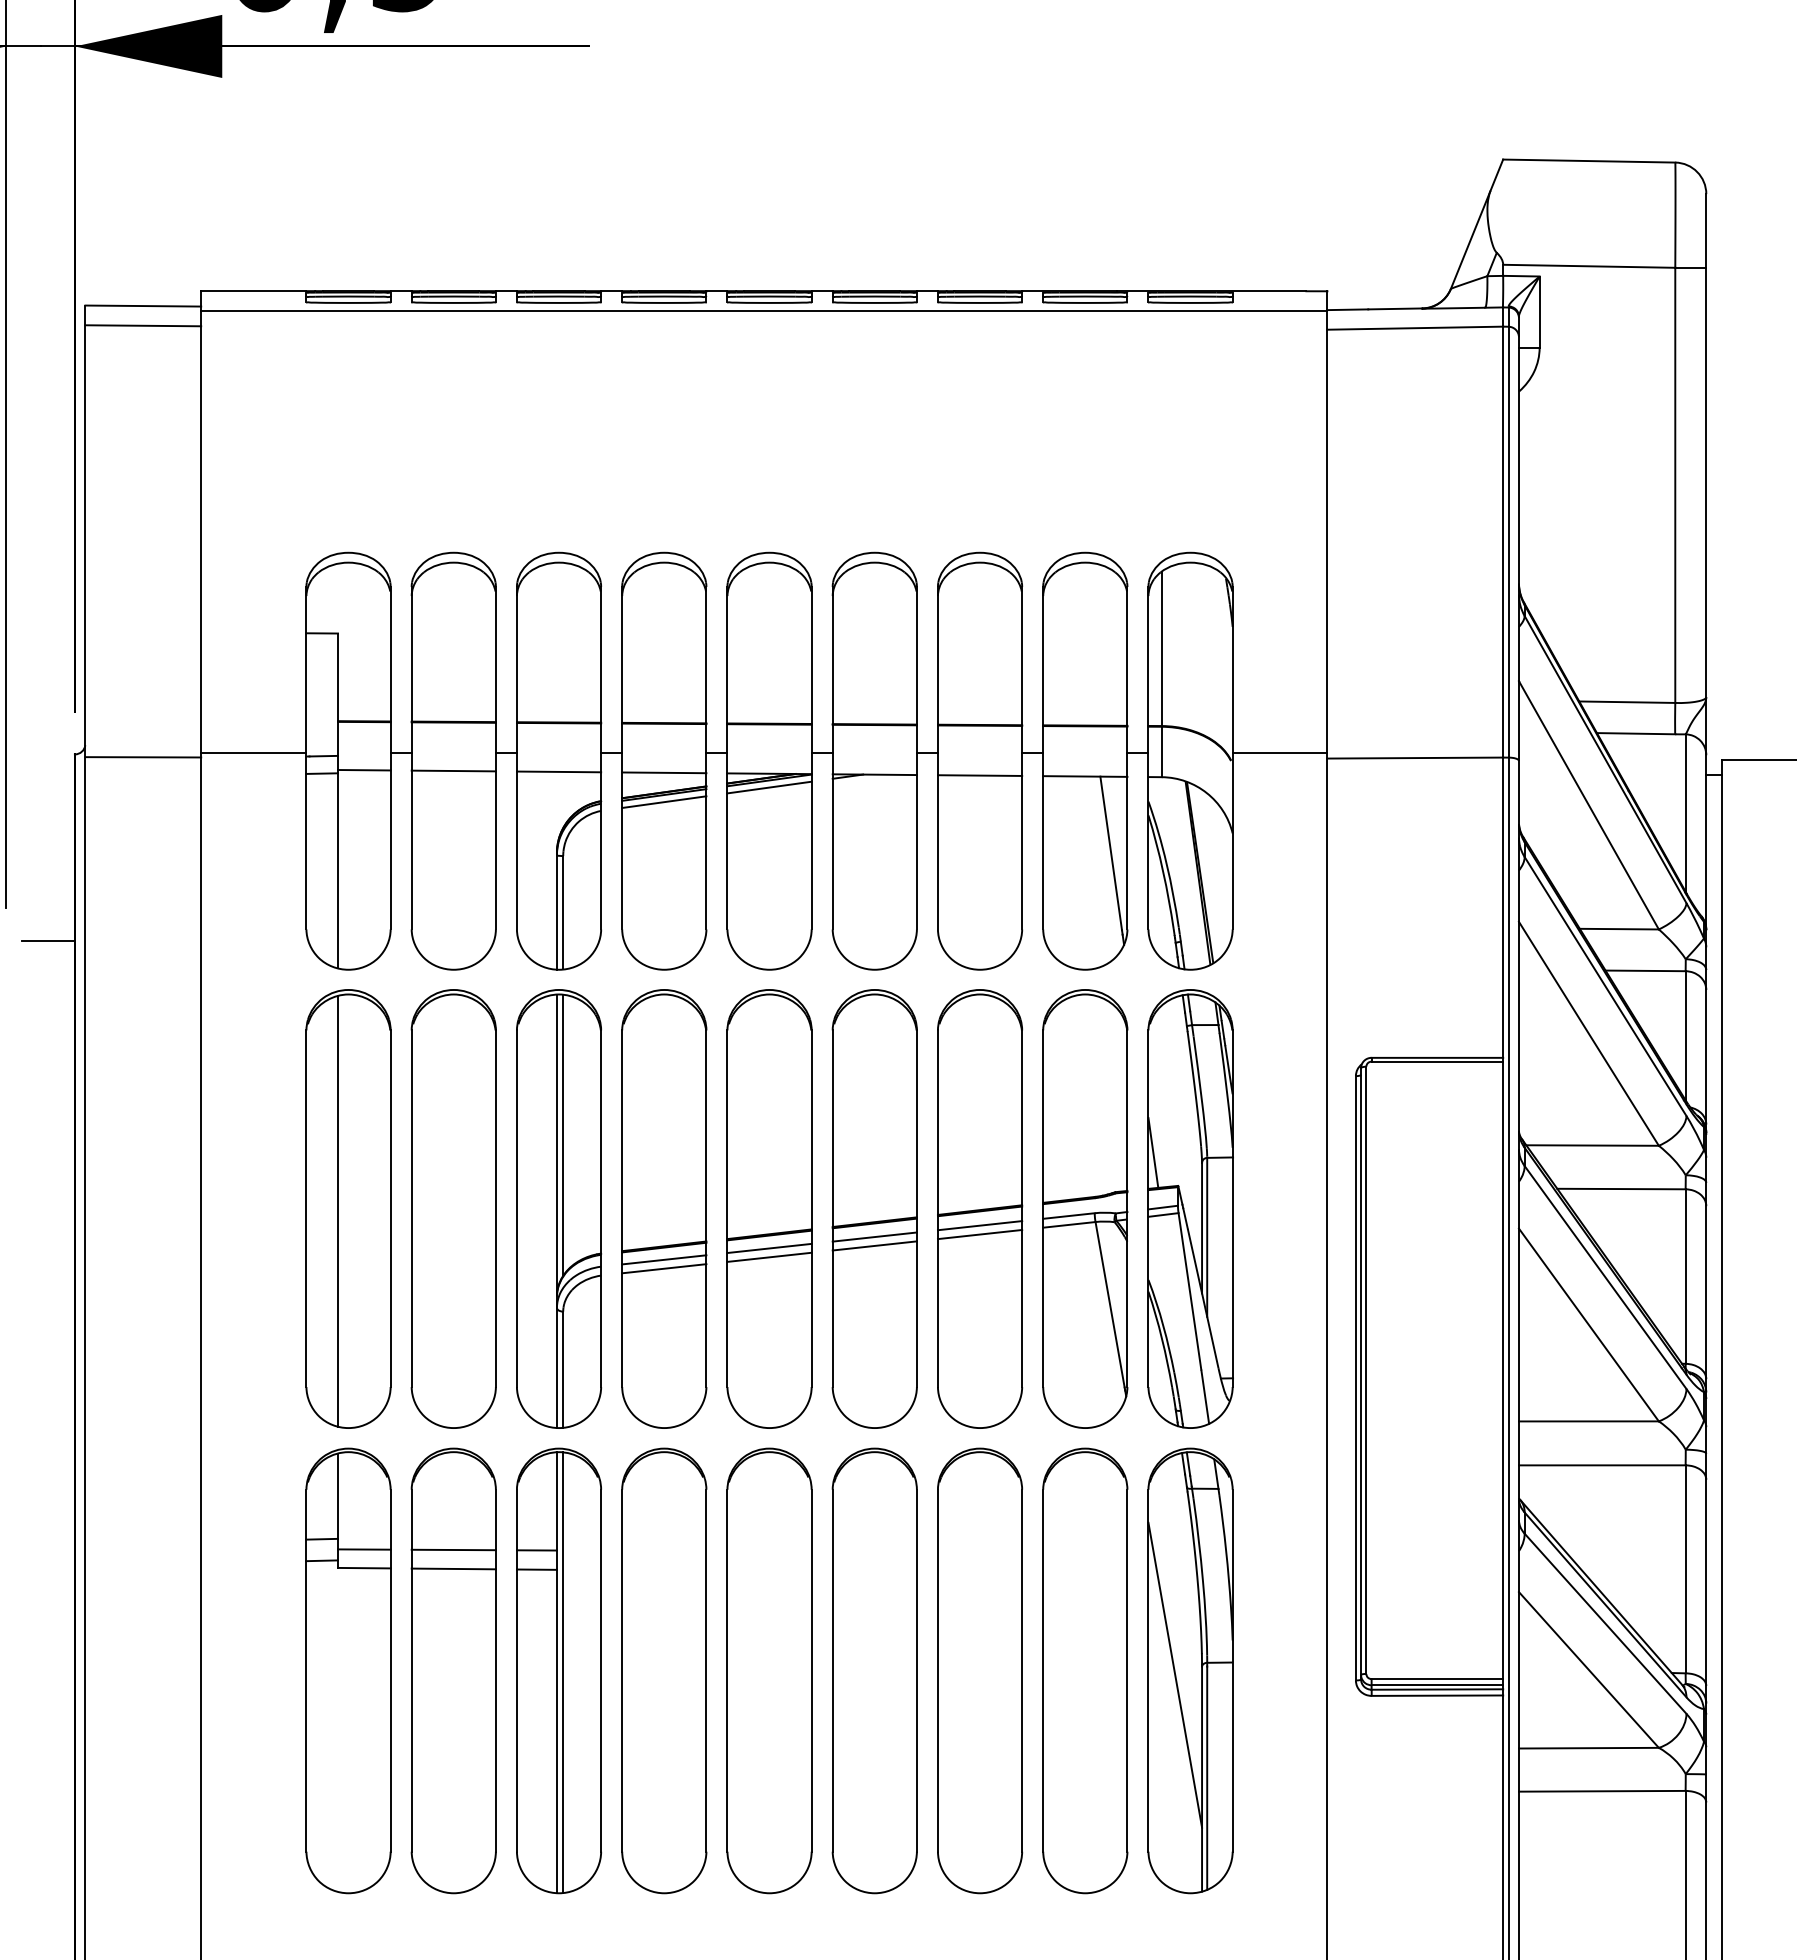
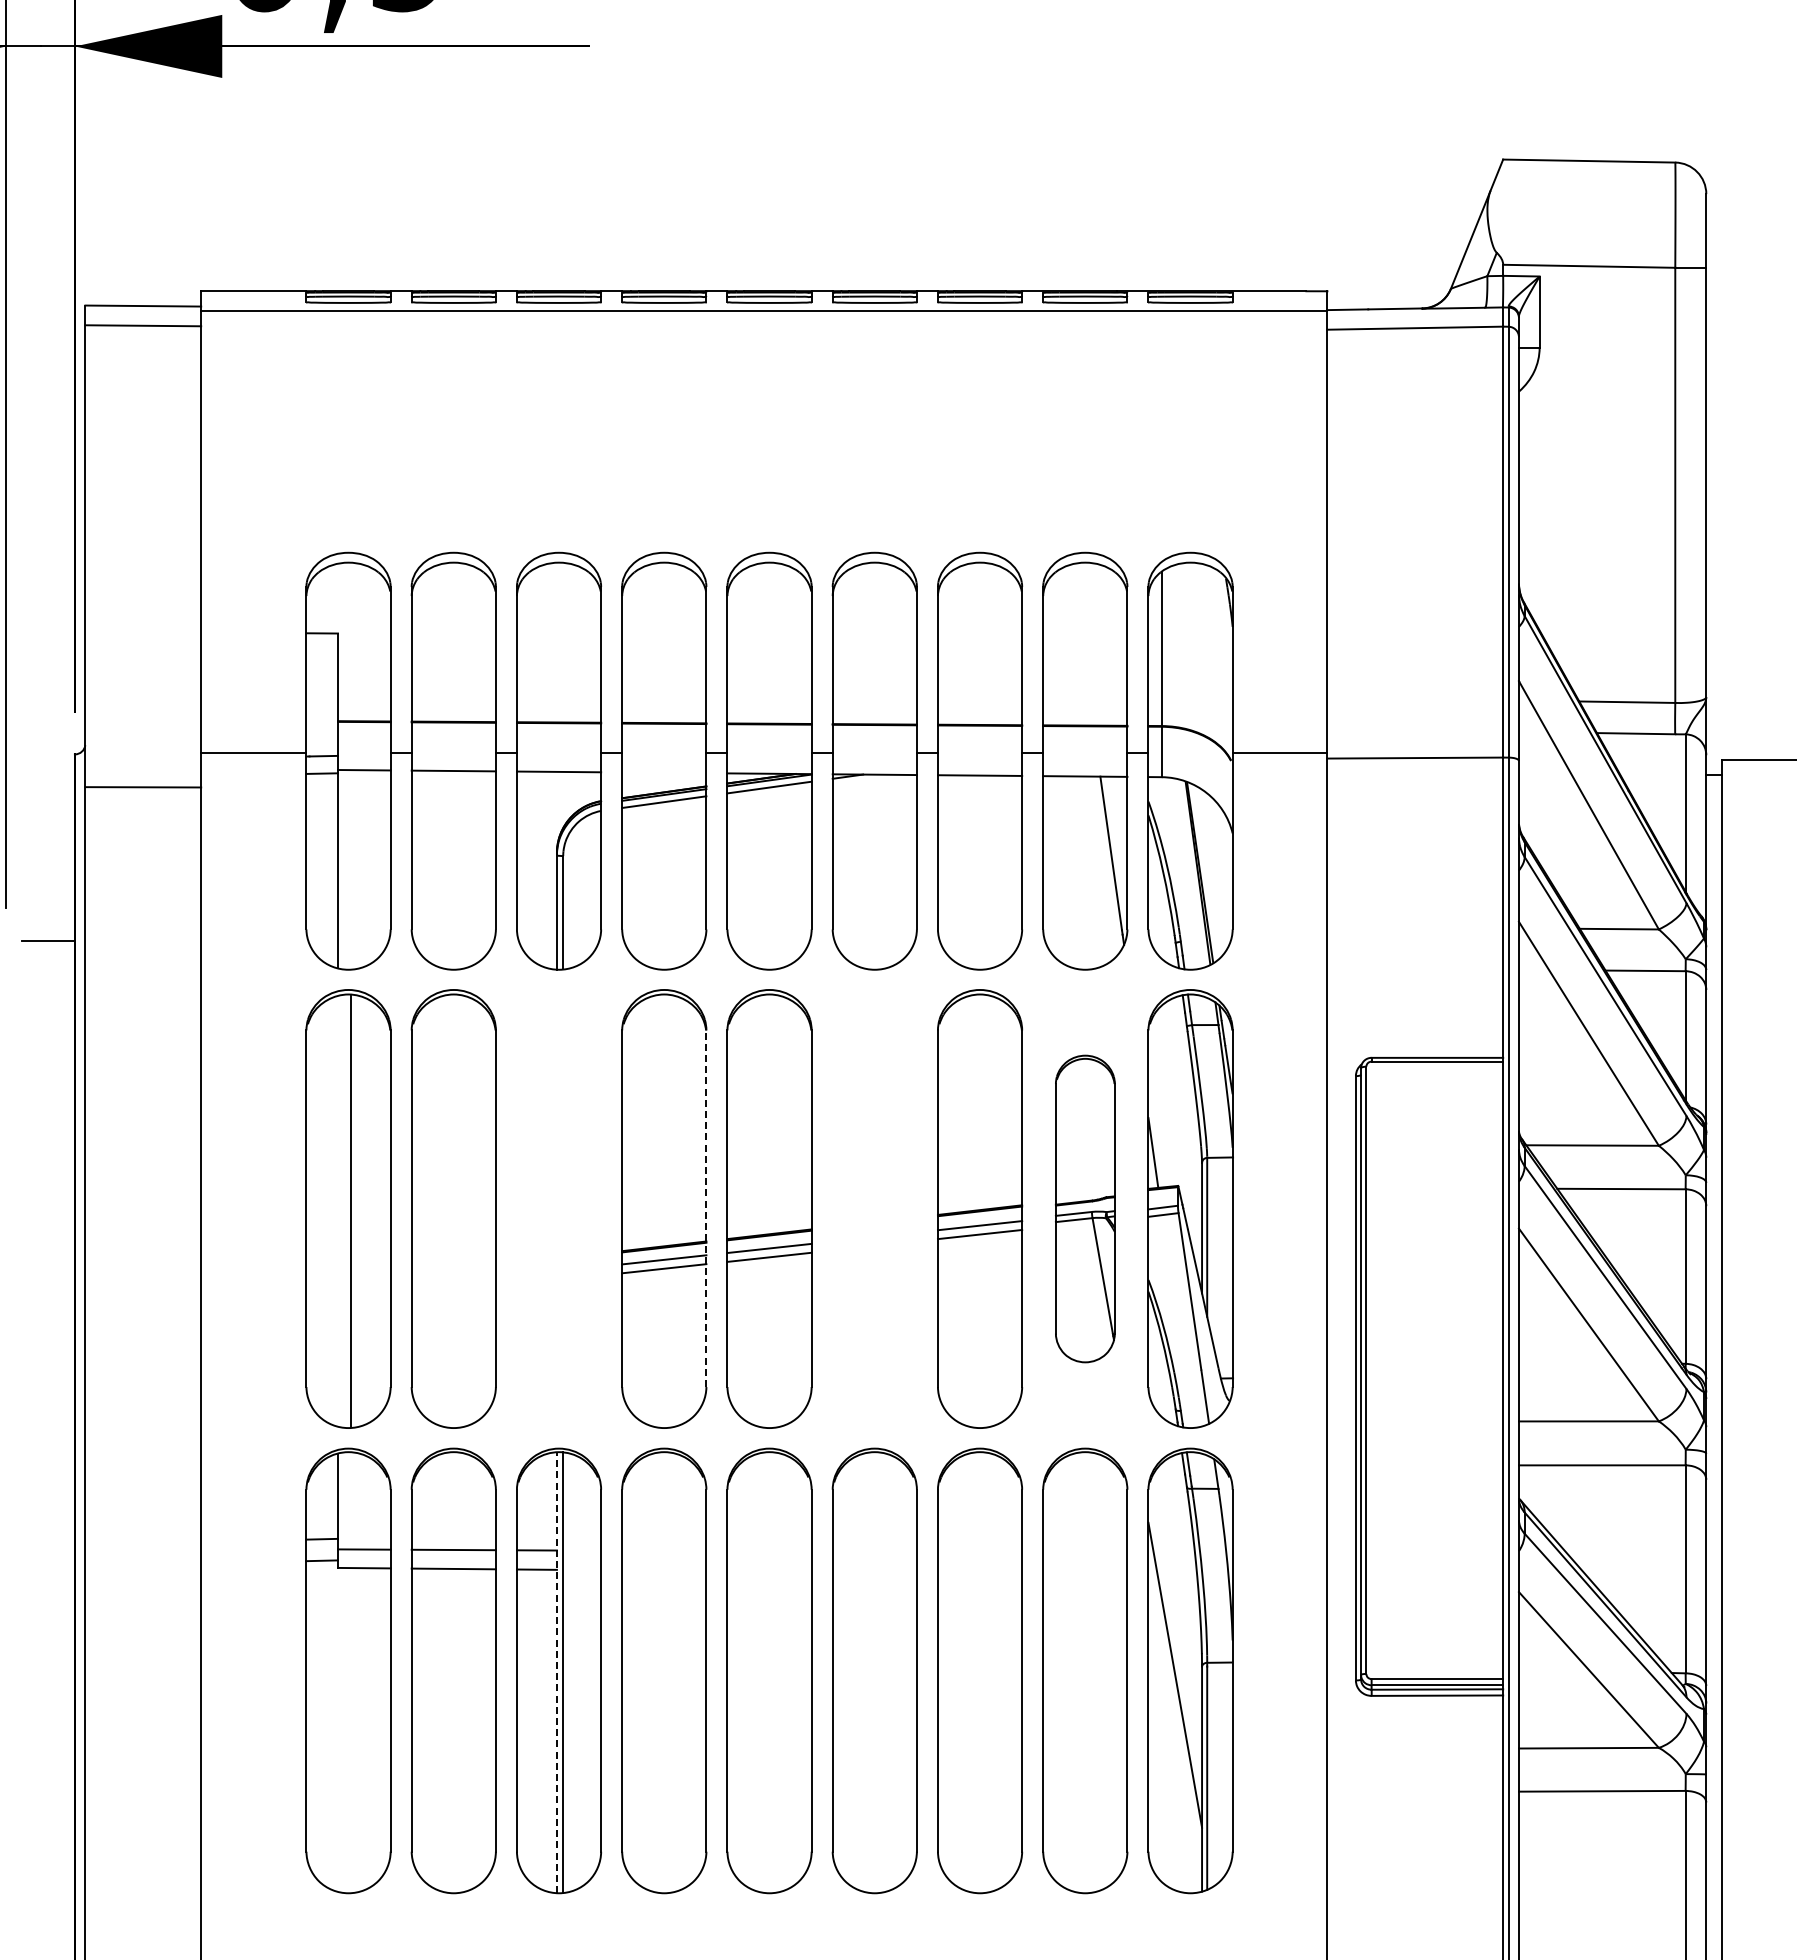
line at (143, 757) position: (143, 757) -> (143, 787)
line at (664, 772): present -> none
part at (558, 1208): present -> none
line at (706, 1208): solid -> dashed
part at (874, 1208): present -> none
part at (1085, 1208) size: 87x440 px -> 61x310 px
line at (338, 1210) position: (338, 1210) -> (351, 1210)
line at (556, 1672): solid -> dashed
